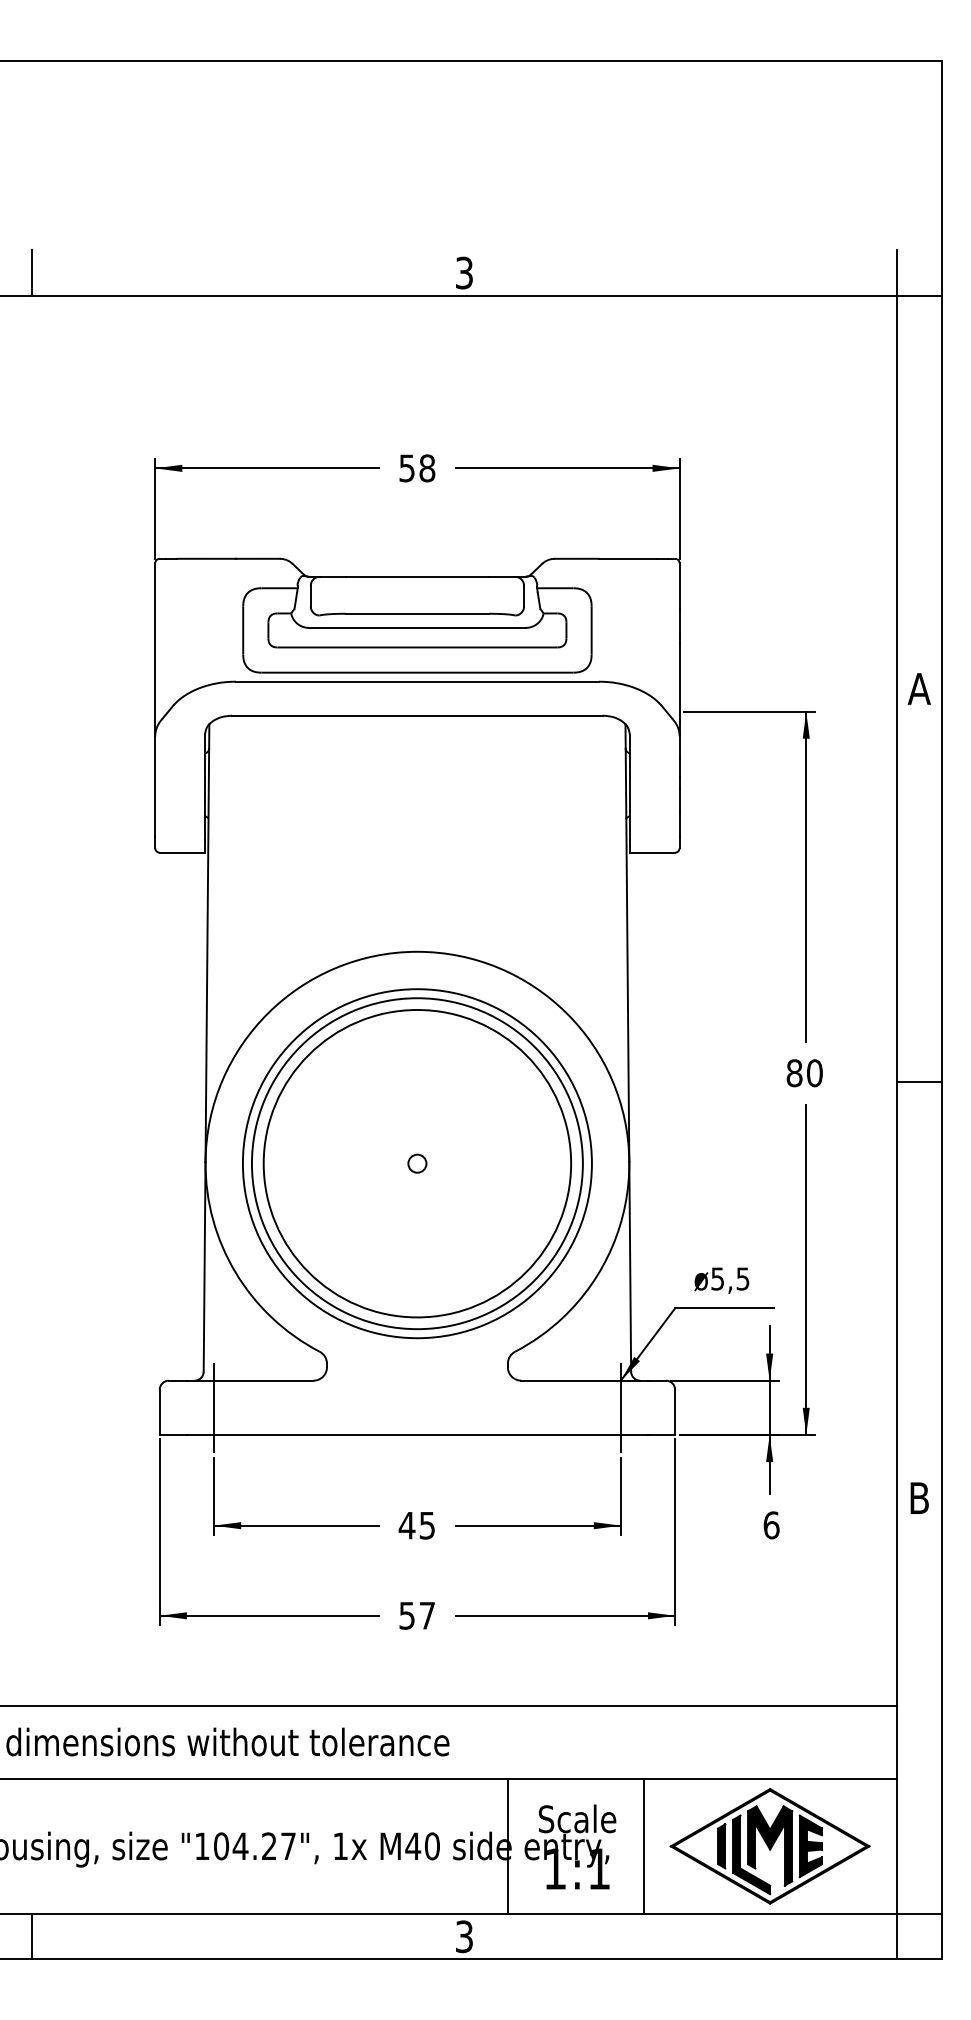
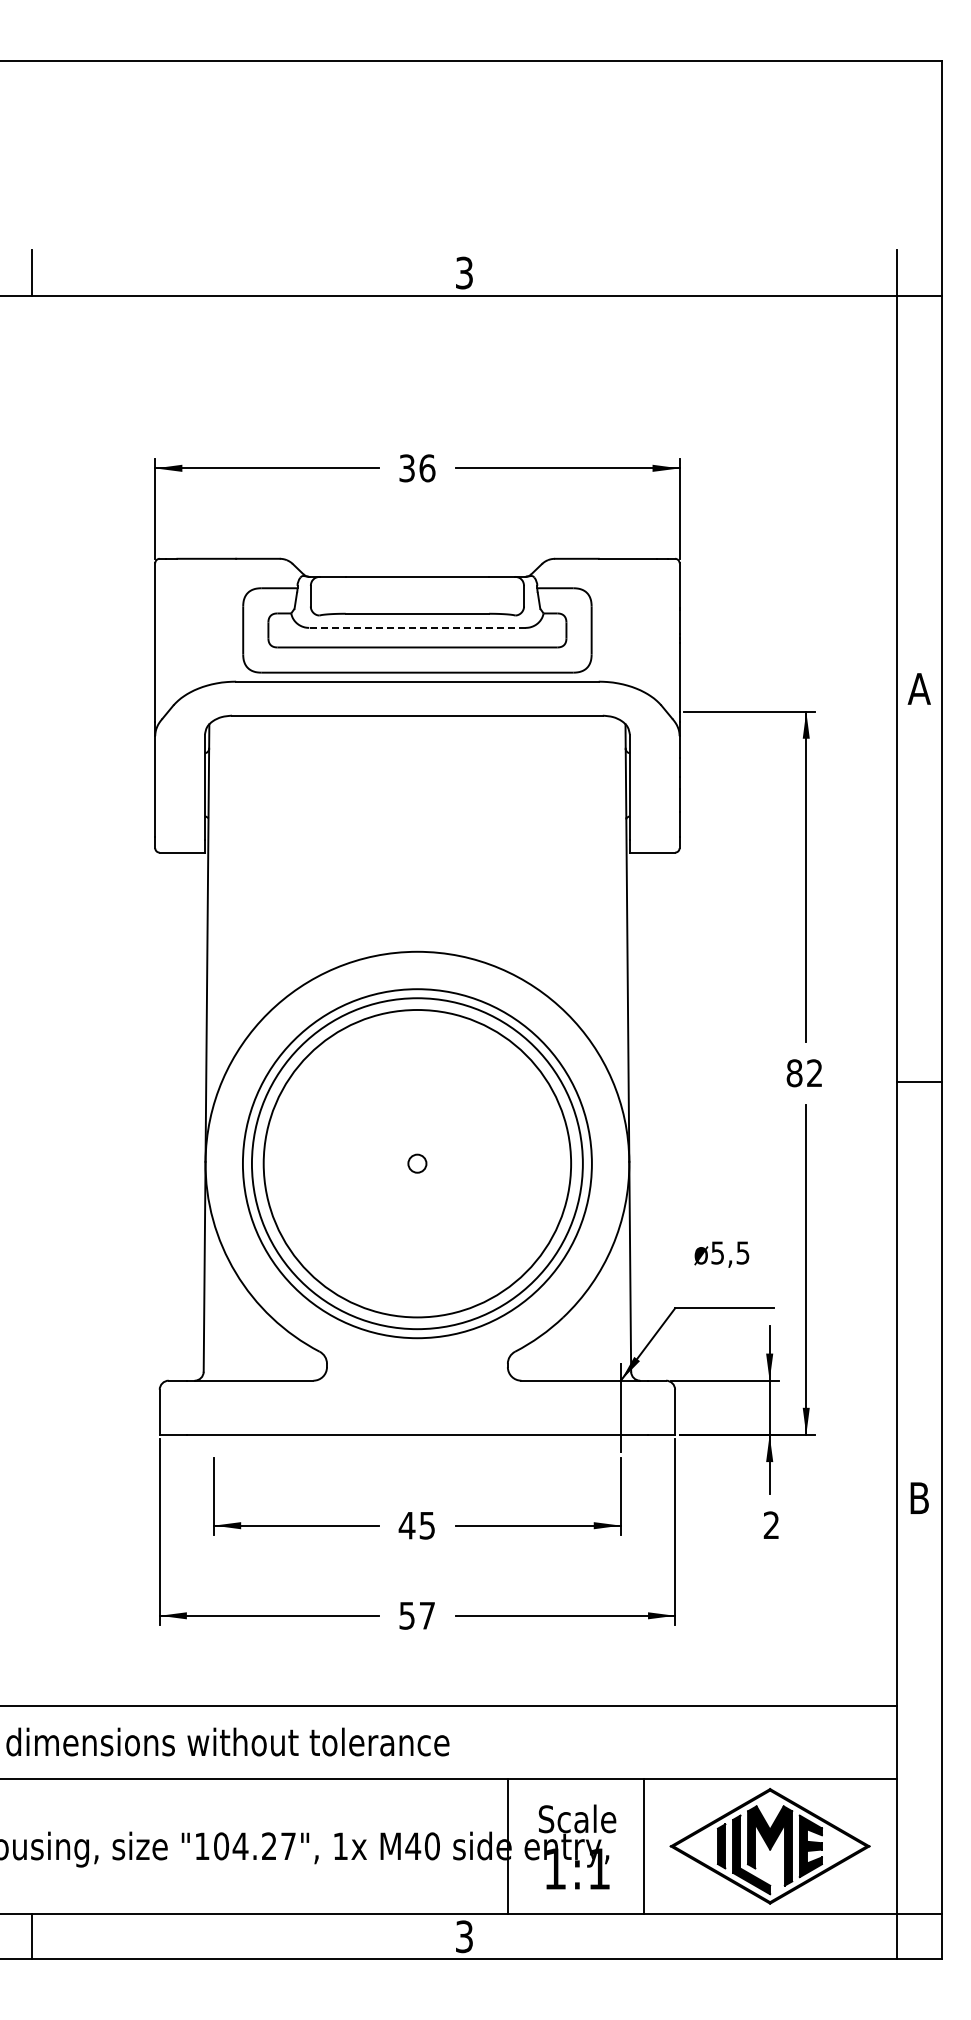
text at (417, 468): 58 -> 36
line at (416, 627): solid -> dashed
text at (814, 1073): 80 -> 82
text at (721, 1280) position: (721, 1280) -> (721, 1254)
line at (213, 1407): present -> none
text at (771, 1525): 6 -> 2
